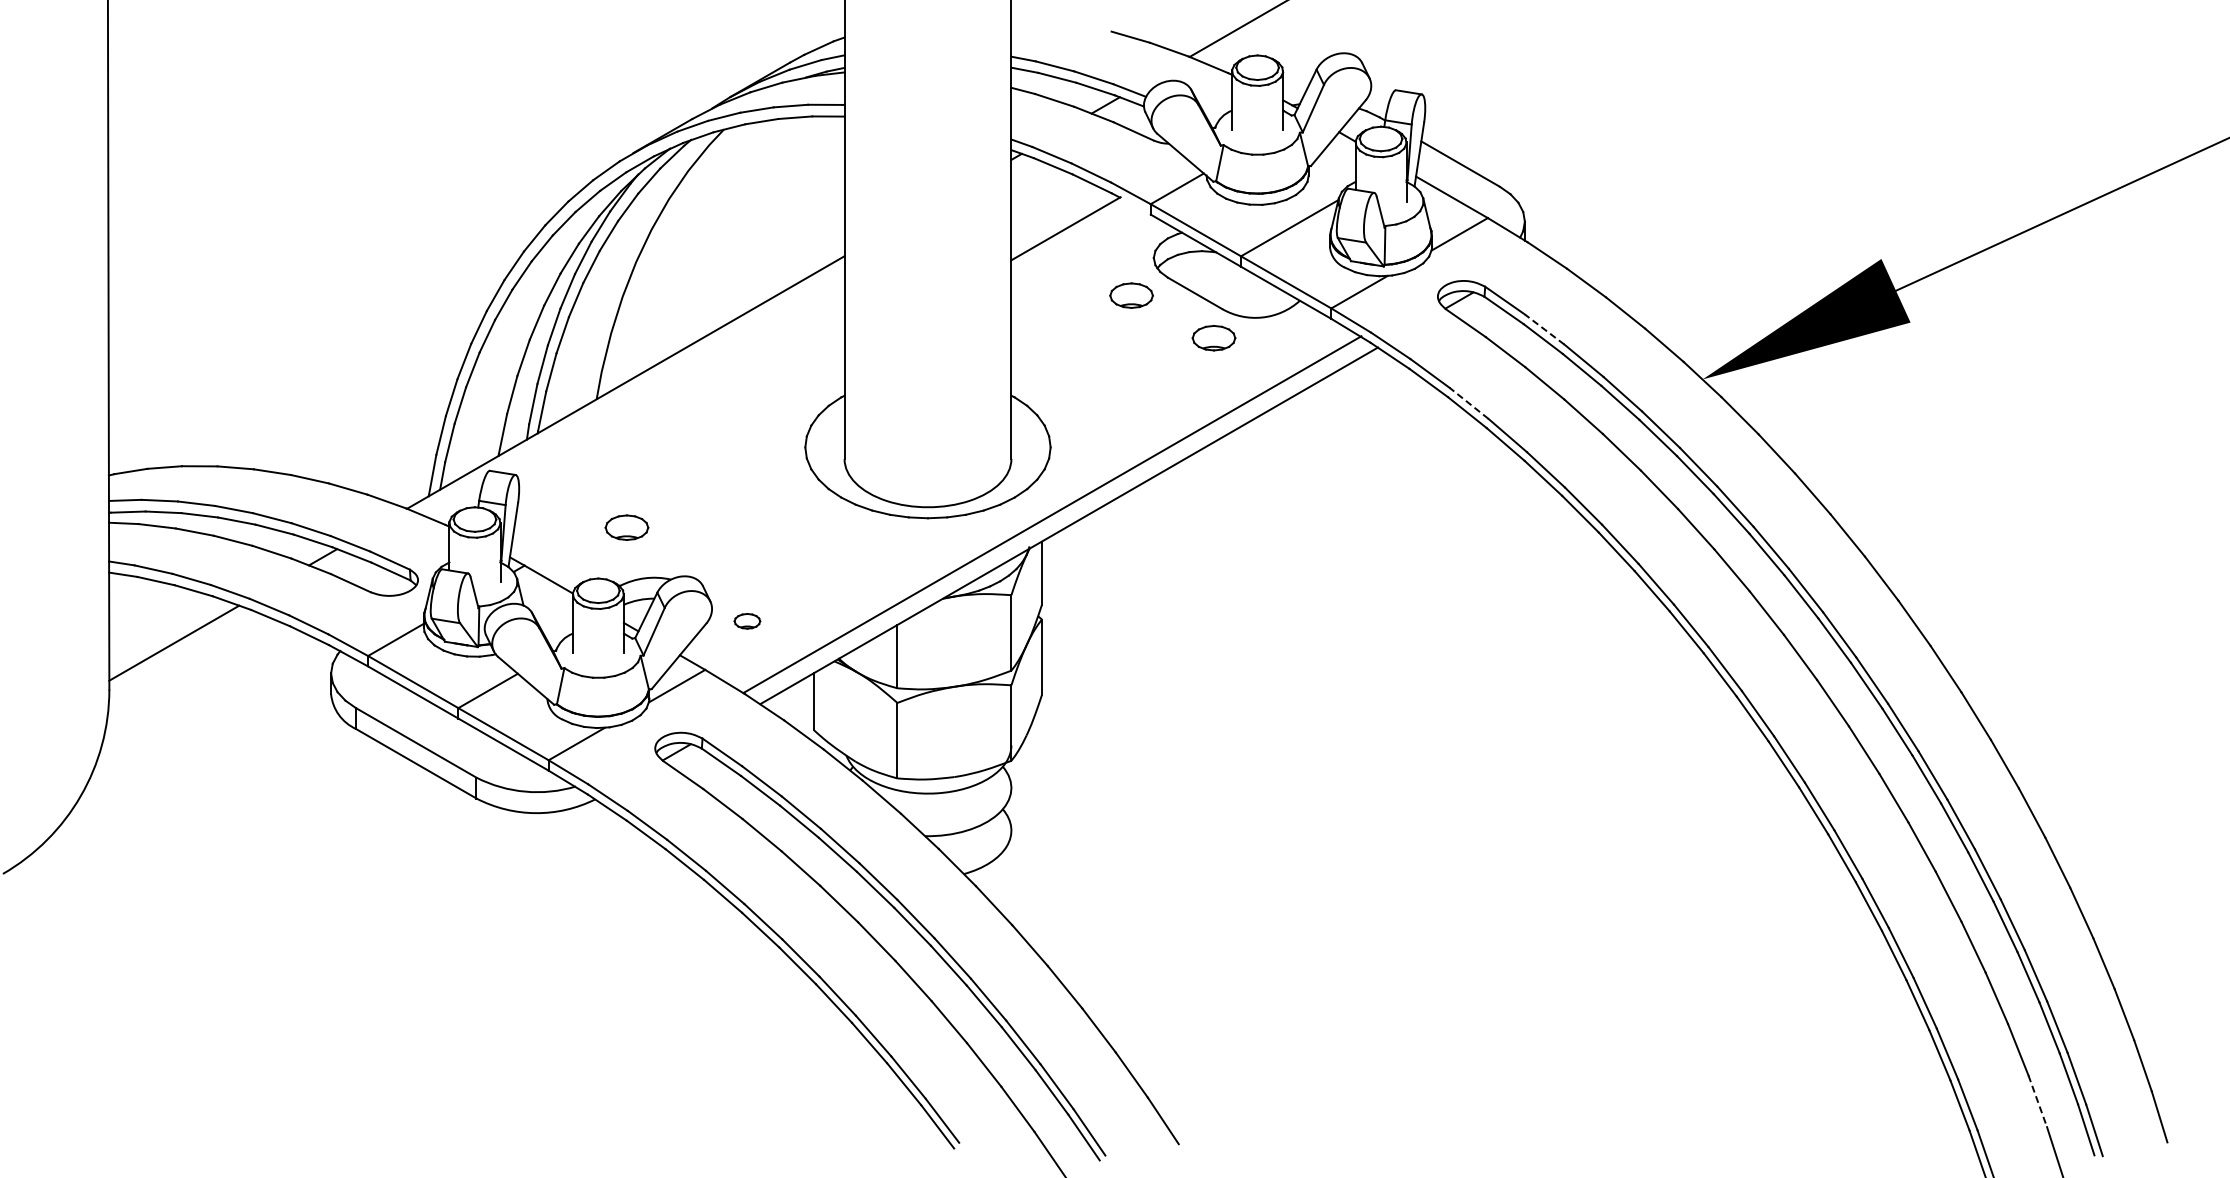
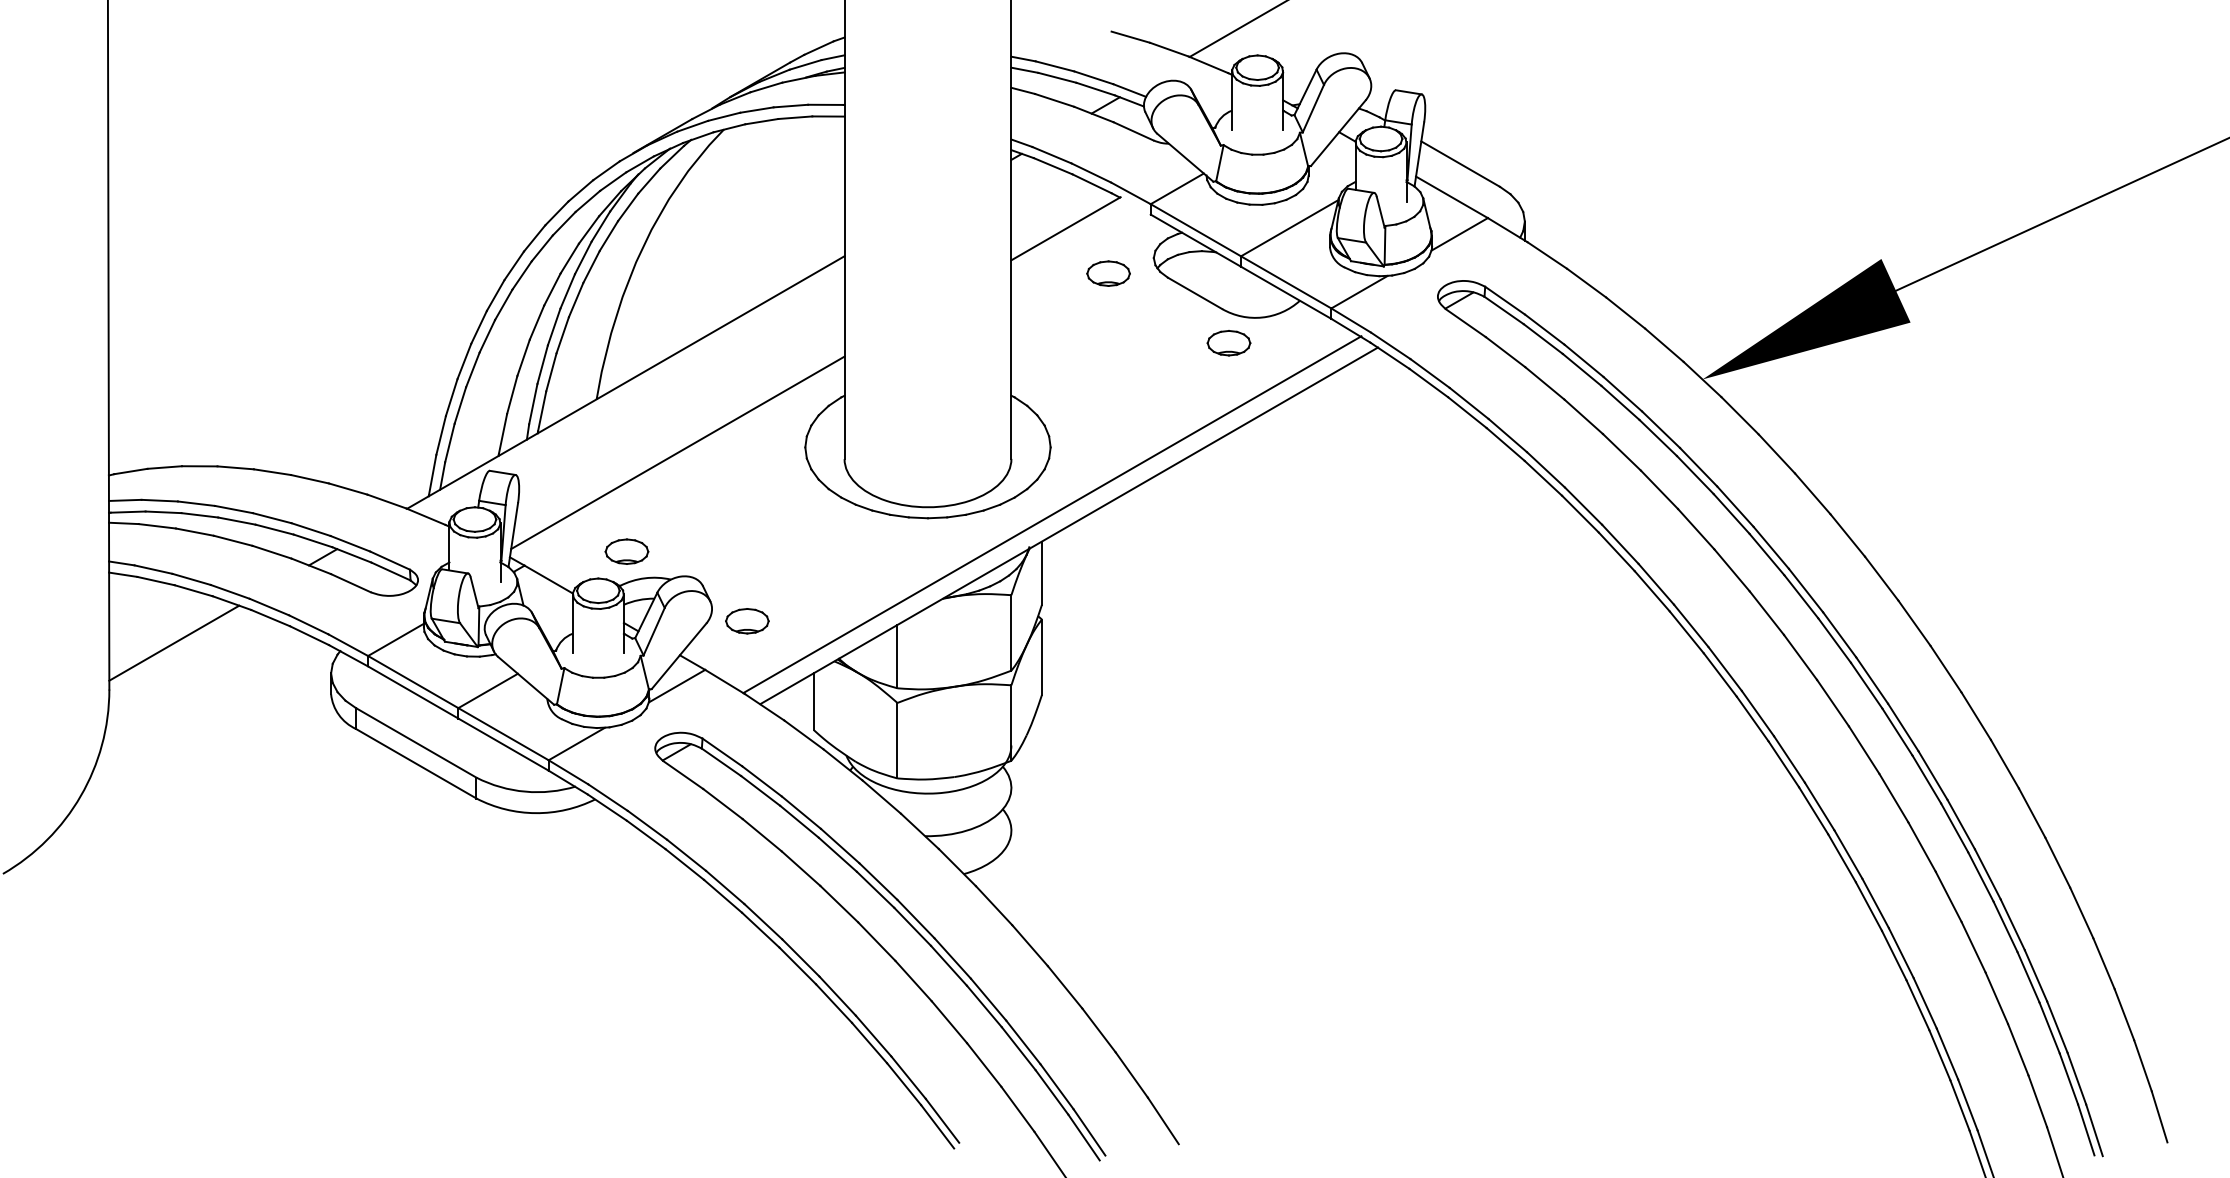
part at (1131, 295) position: (1131, 295) -> (1108, 273)
line at (1544, 329): dashed -> solid
part at (1213, 338) position: (1213, 338) -> (1228, 343)
line at (1469, 403): dashed -> solid
line at (677, 452): none -> present
part at (626, 527) position: (626, 527) -> (626, 551)
part at (747, 621) size: 29x17 px -> 45x27 px
line at (2037, 1101): dashed -> solid
